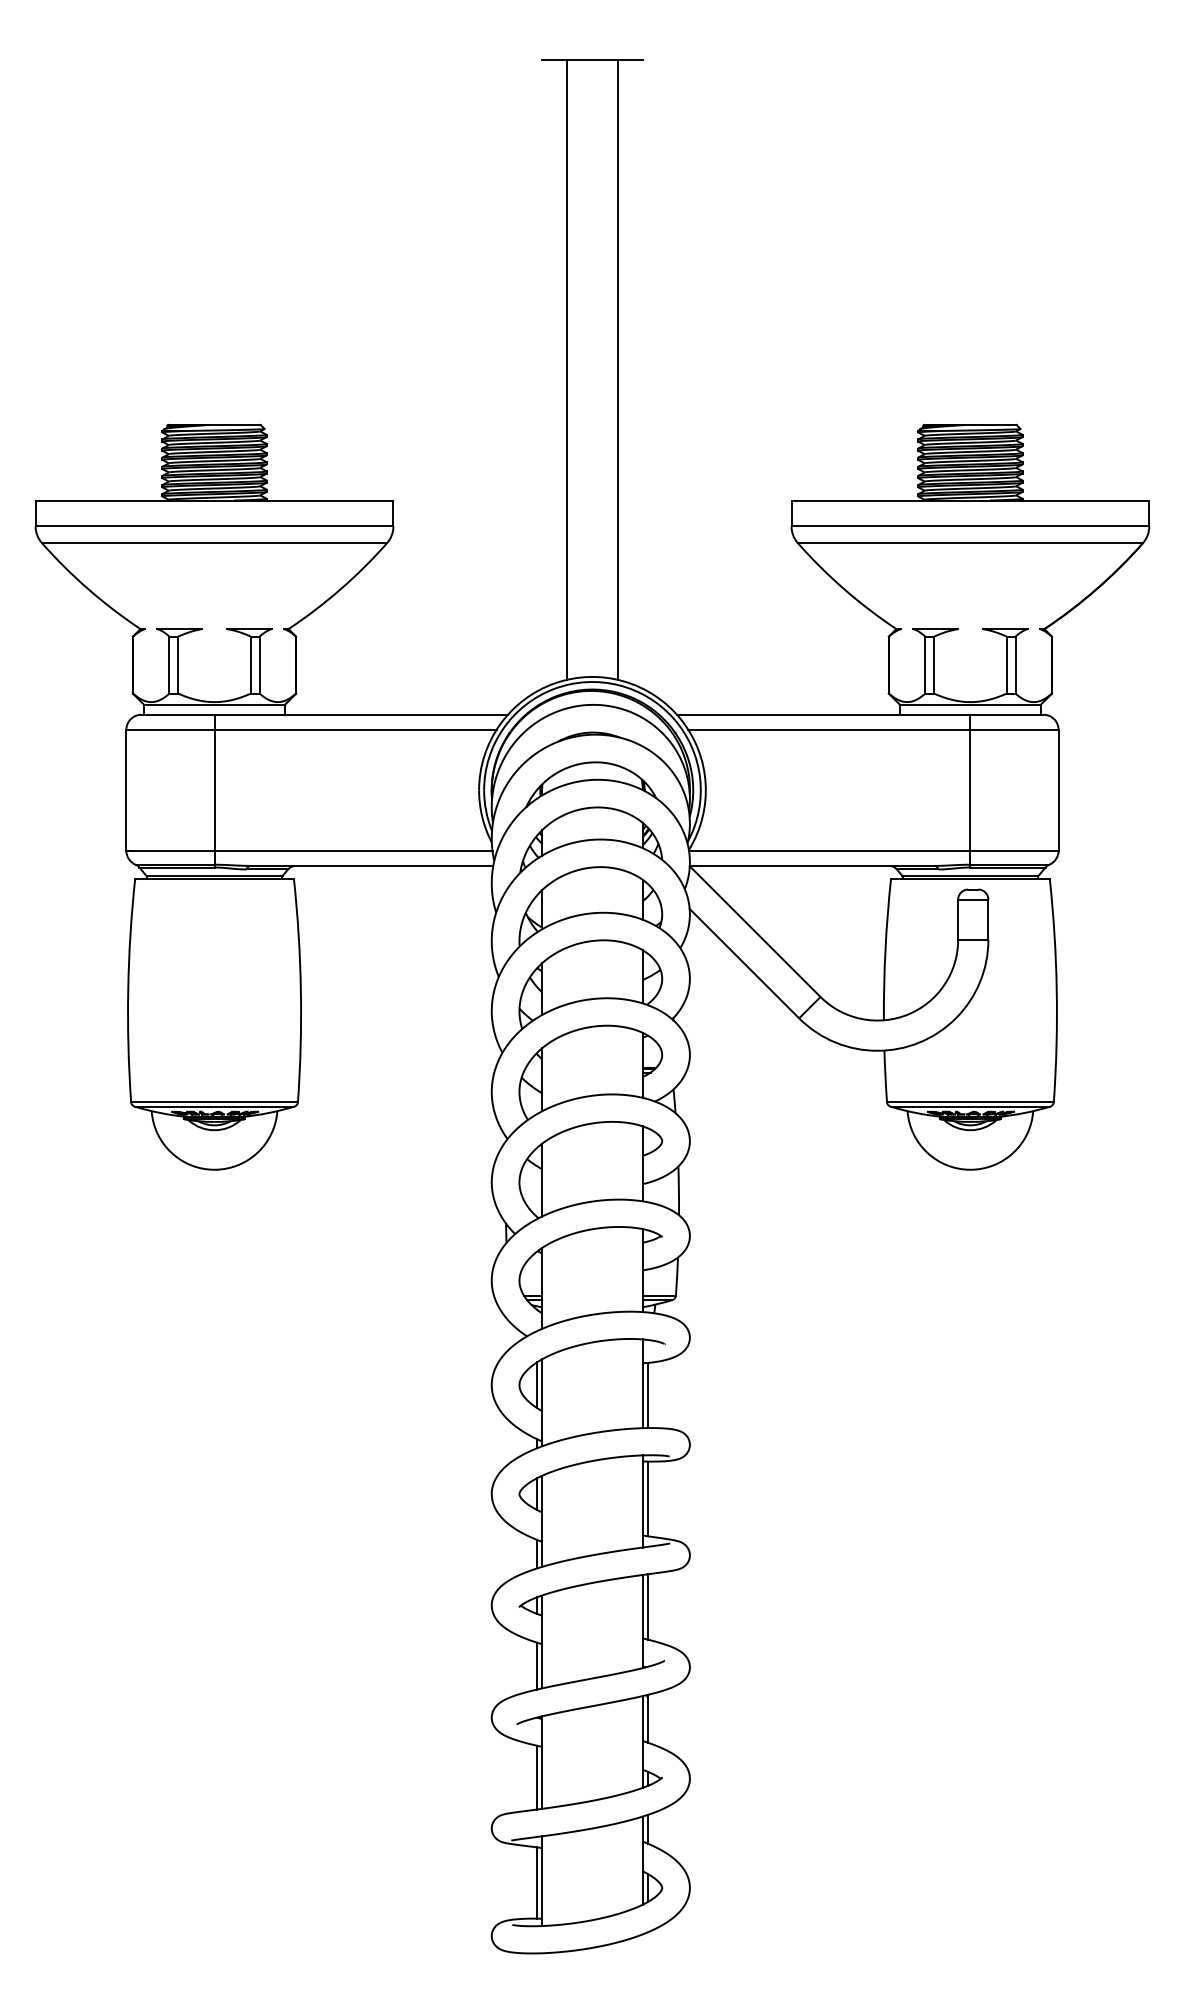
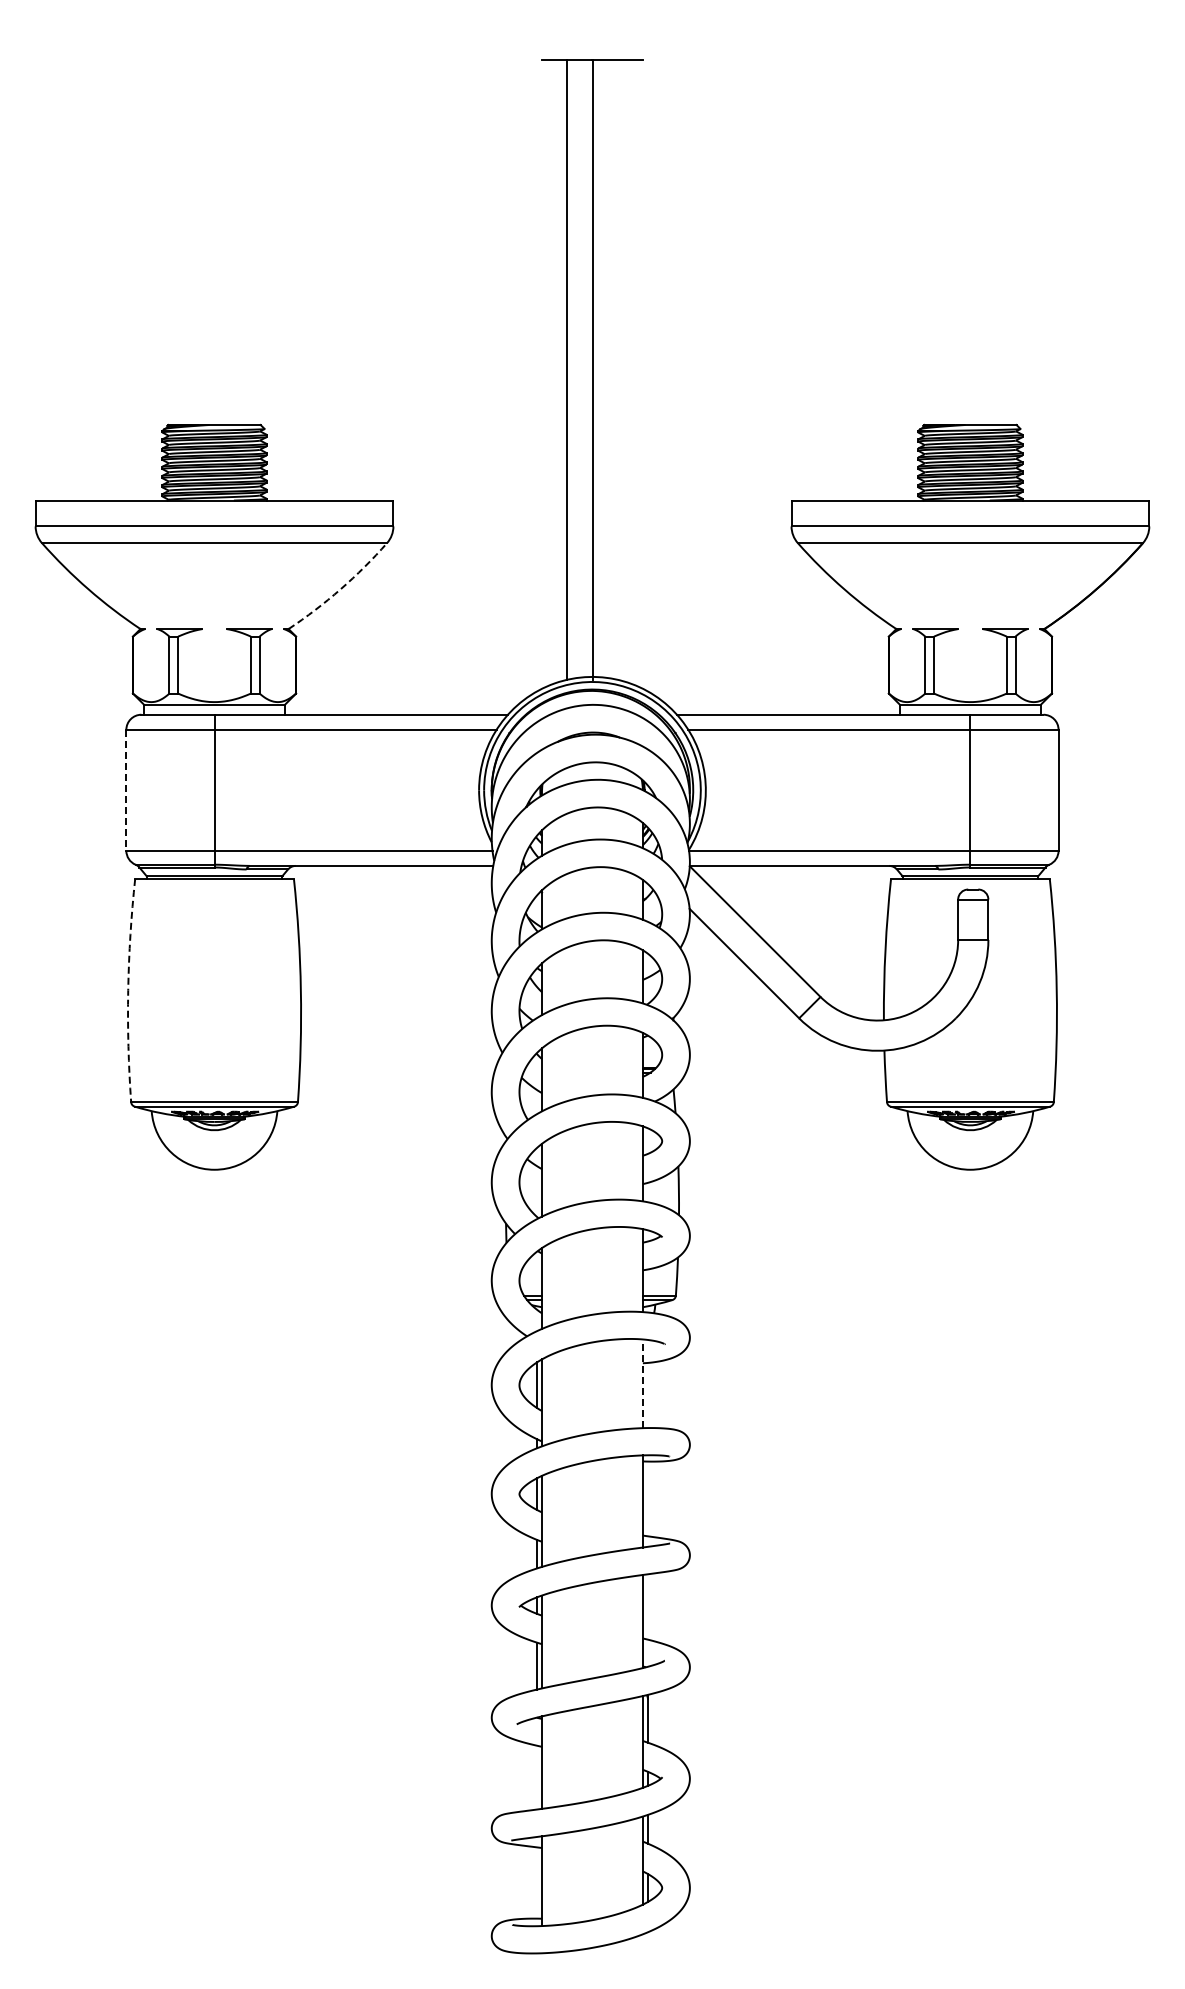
line at (617, 369) position: (617, 369) -> (592, 369)
arc at (340, 589): solid -> dashed
line at (126, 790): solid -> dashed
arc at (128, 990): solid -> dashed
line at (642, 1383): solid -> dashed
line at (647, 1395): present -> none
line at (647, 1498): present -> none
line at (647, 1606): present -> none
line at (537, 1777): present -> none
line at (537, 1882): present -> none
